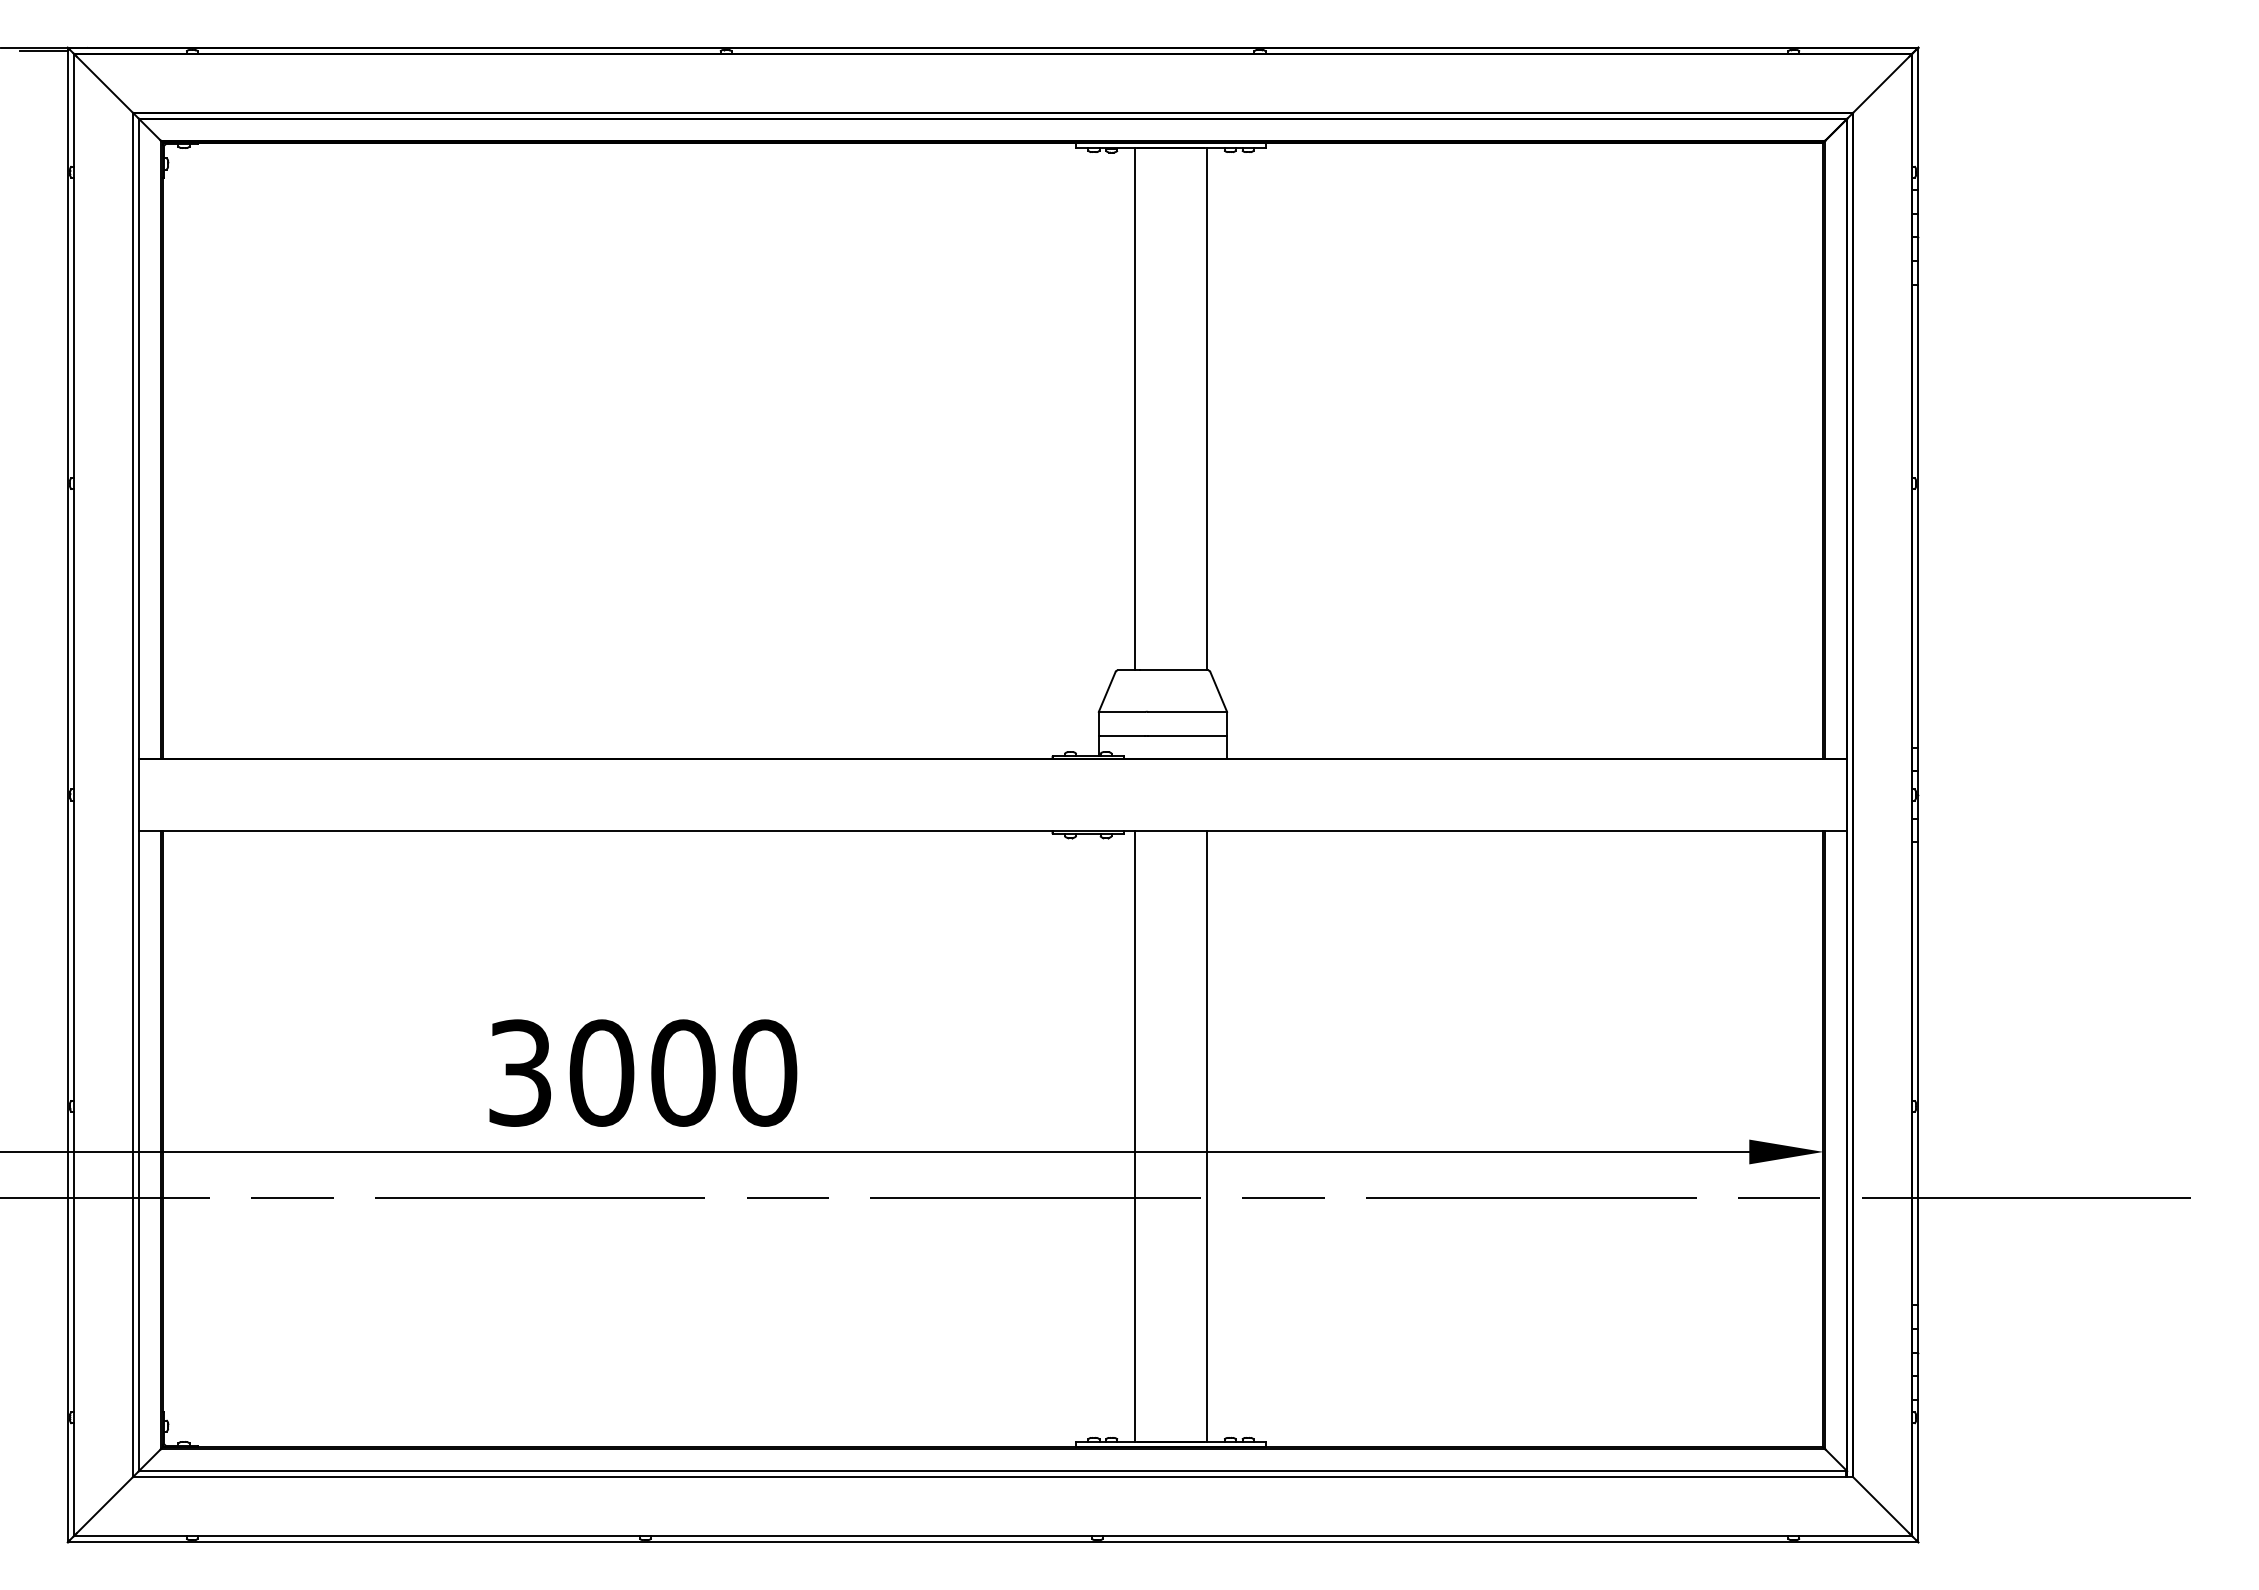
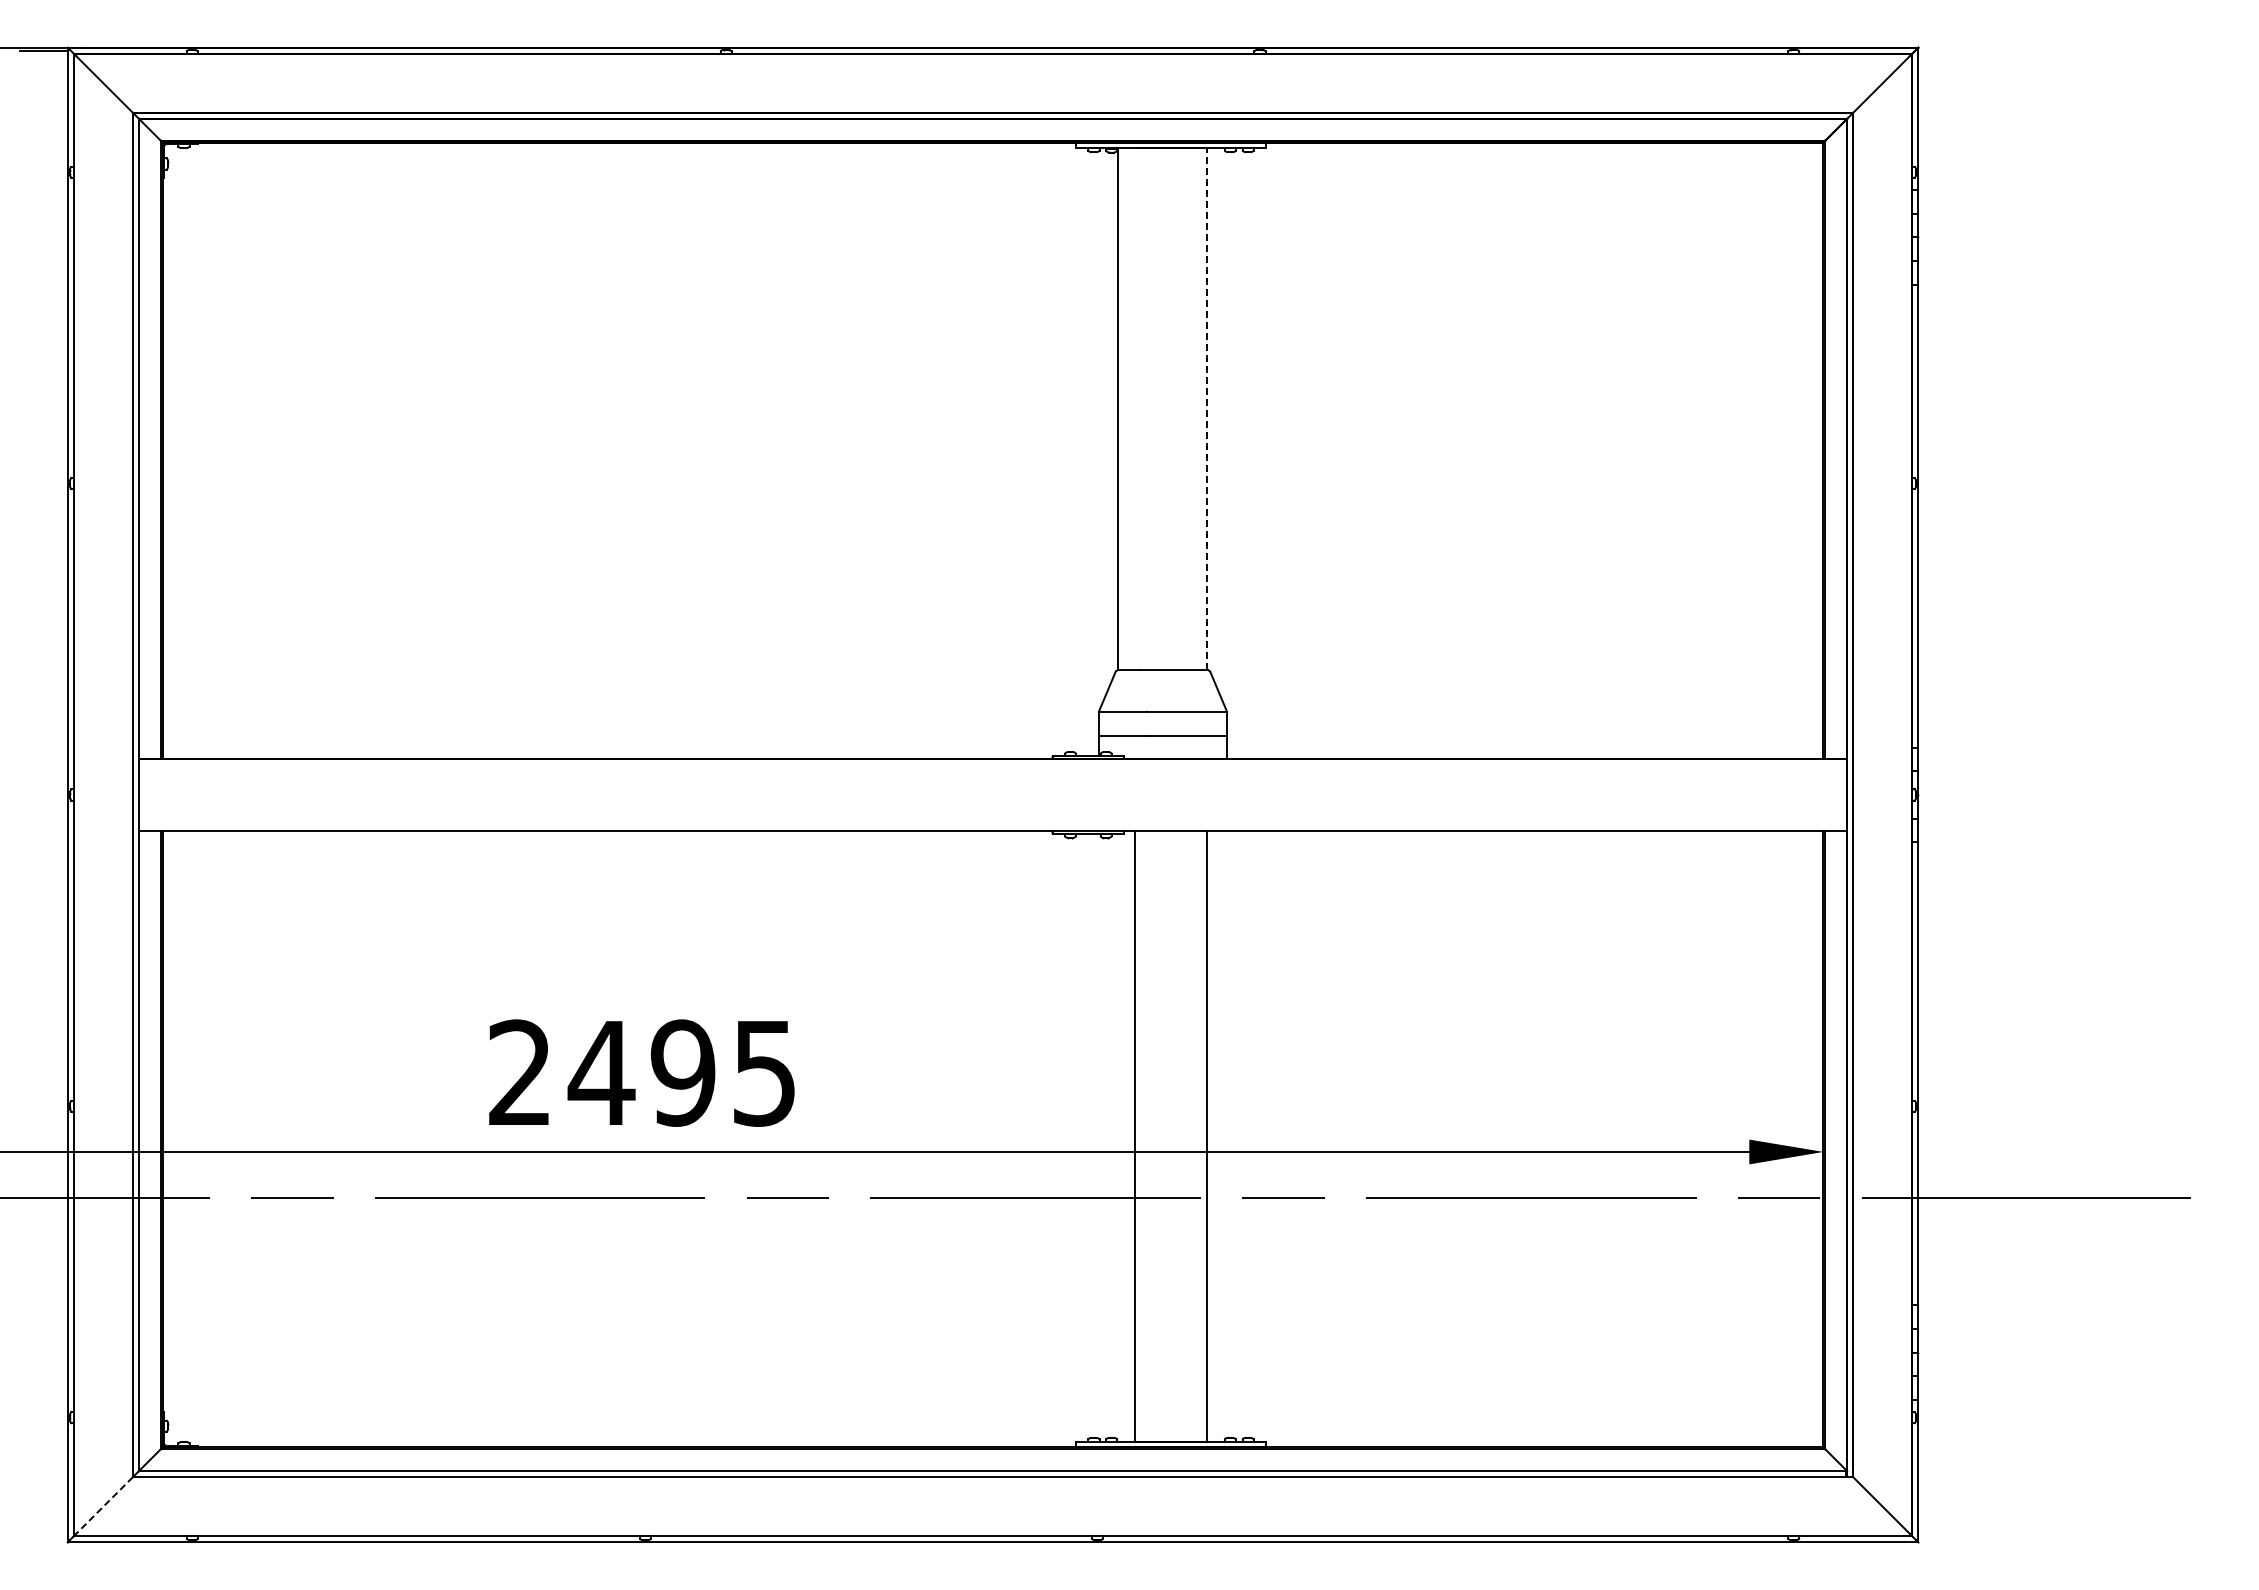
line at (1135, 409) position: (1135, 409) -> (1118, 409)
line at (1206, 409): solid -> dashed
text at (643, 1072): 3000 -> 2495
line at (104, 1505): solid -> dashed
